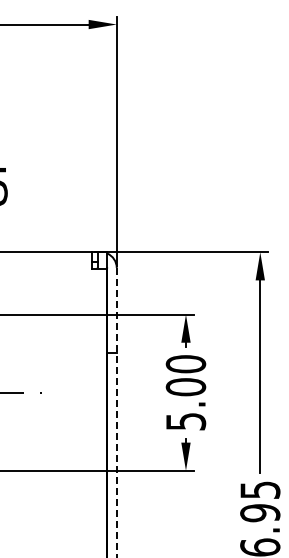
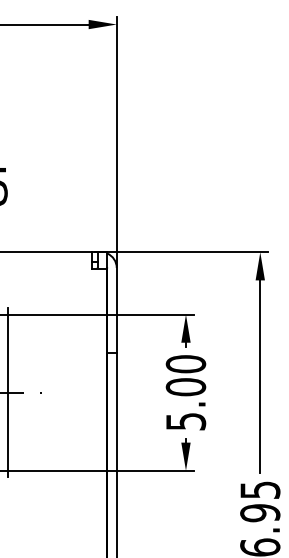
line at (8, 392): none -> present
line at (116, 412): dashed -> solid
